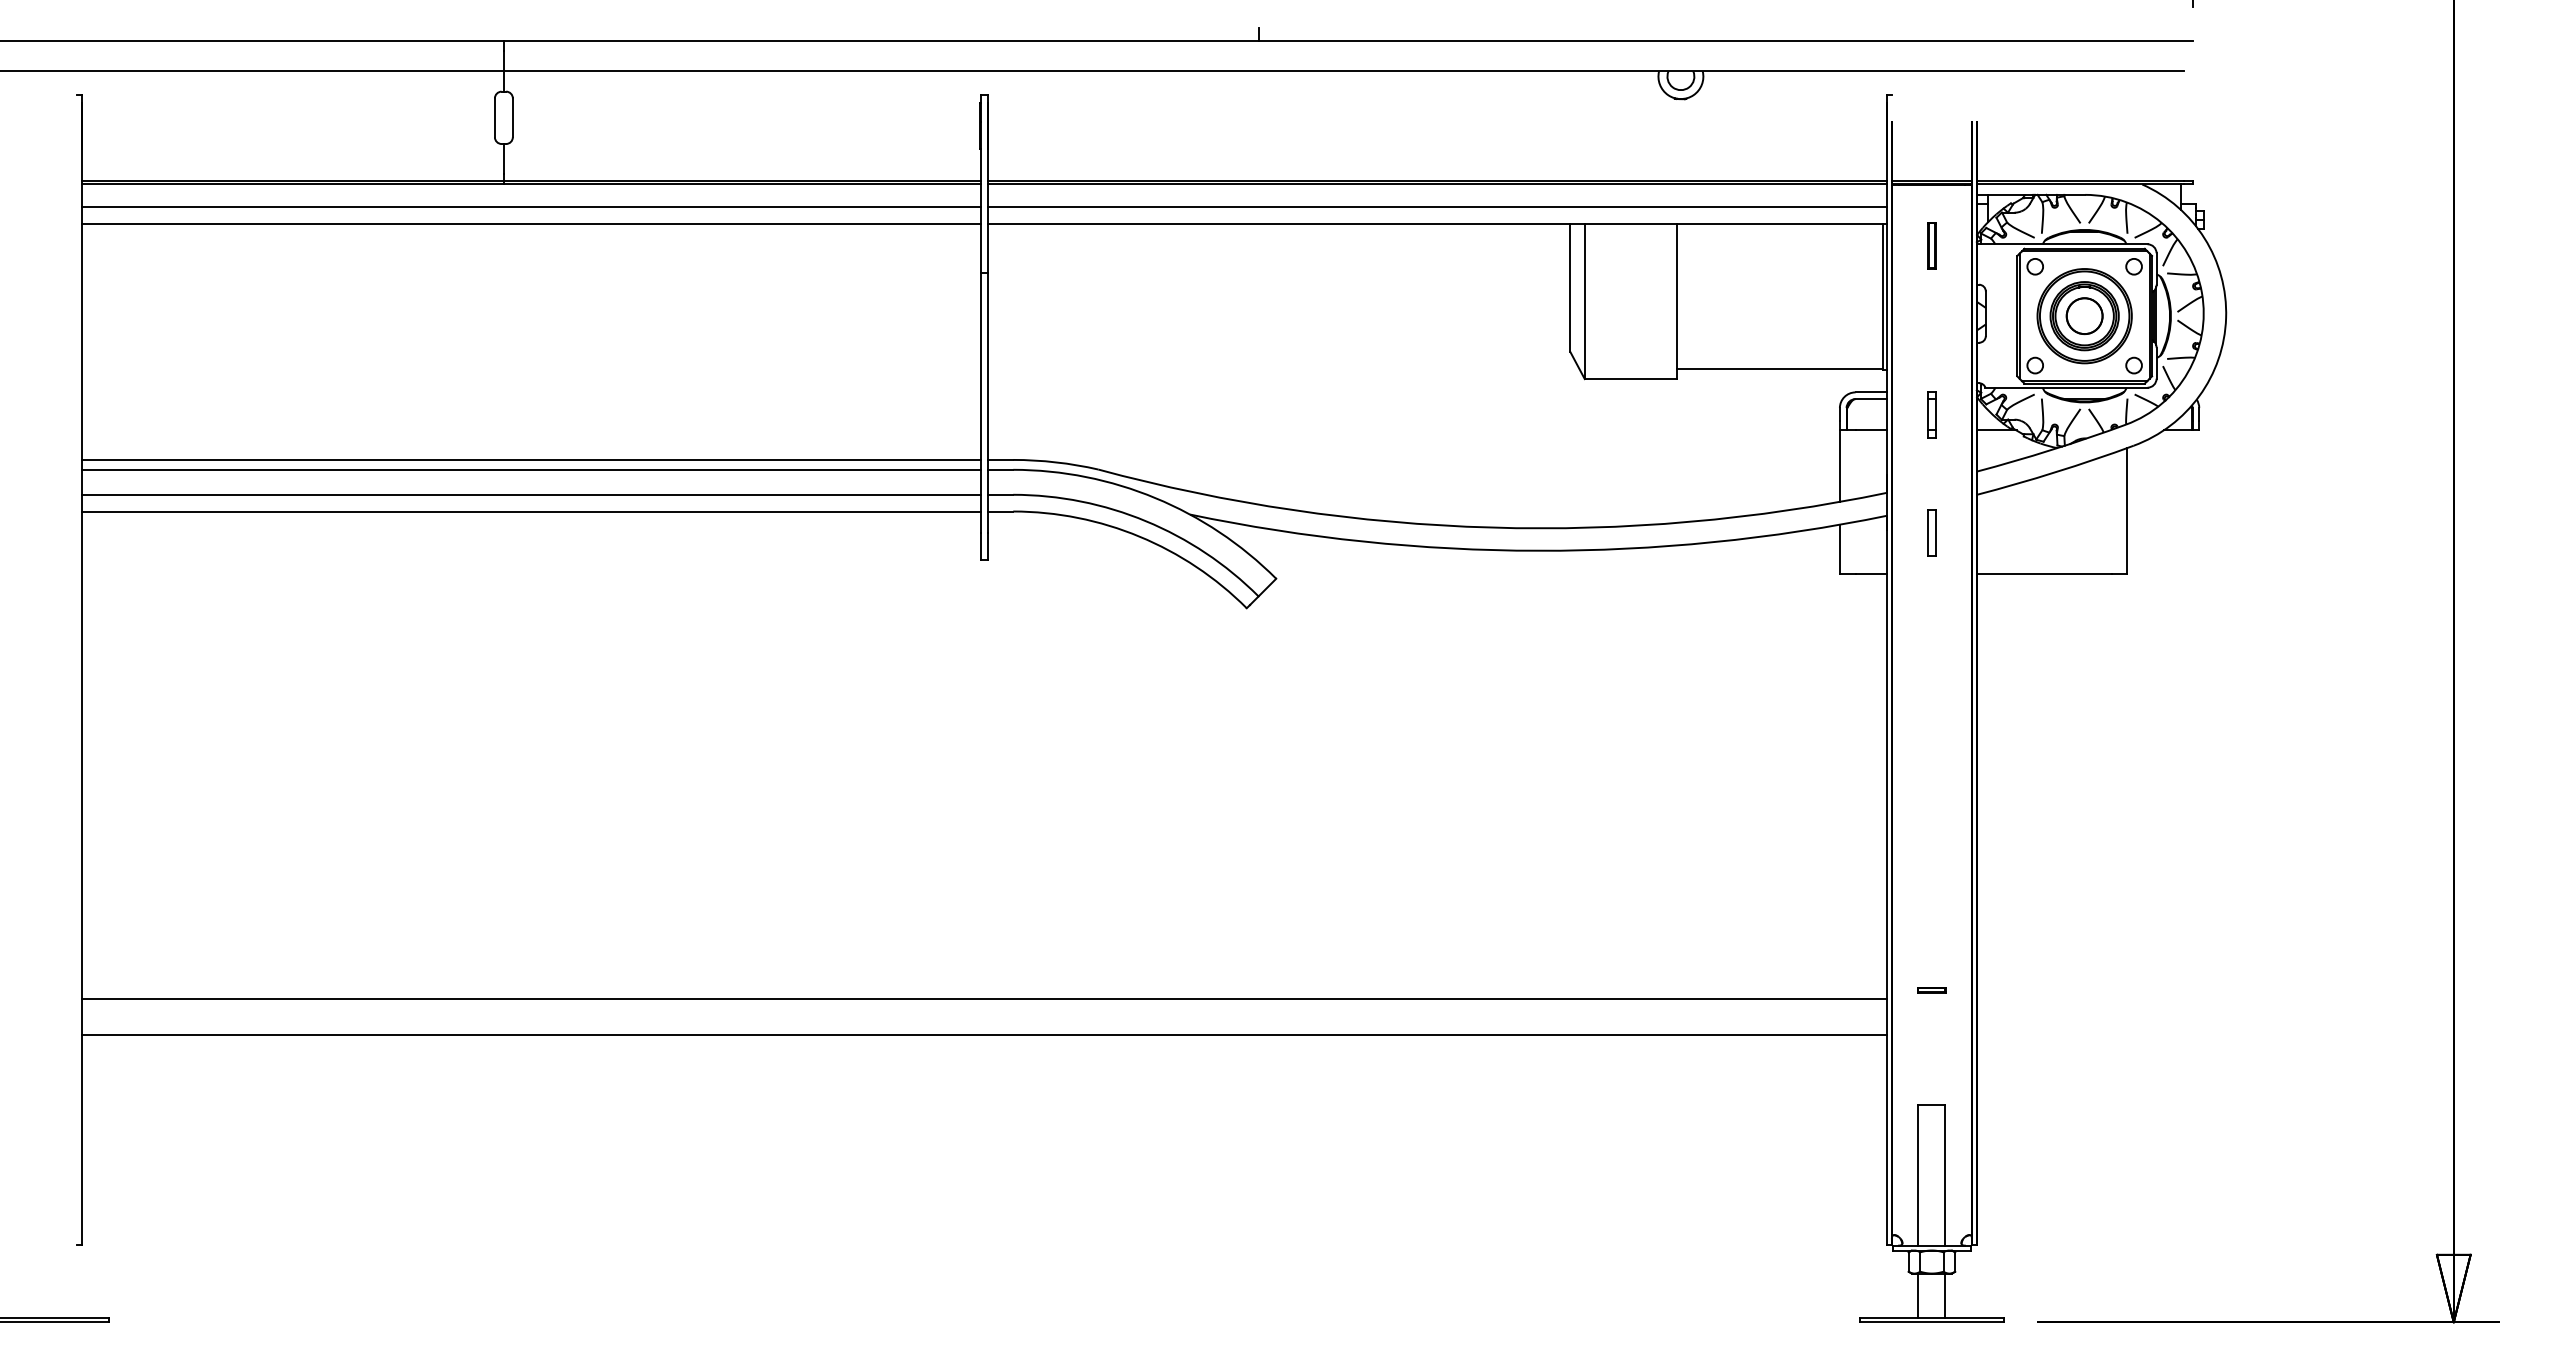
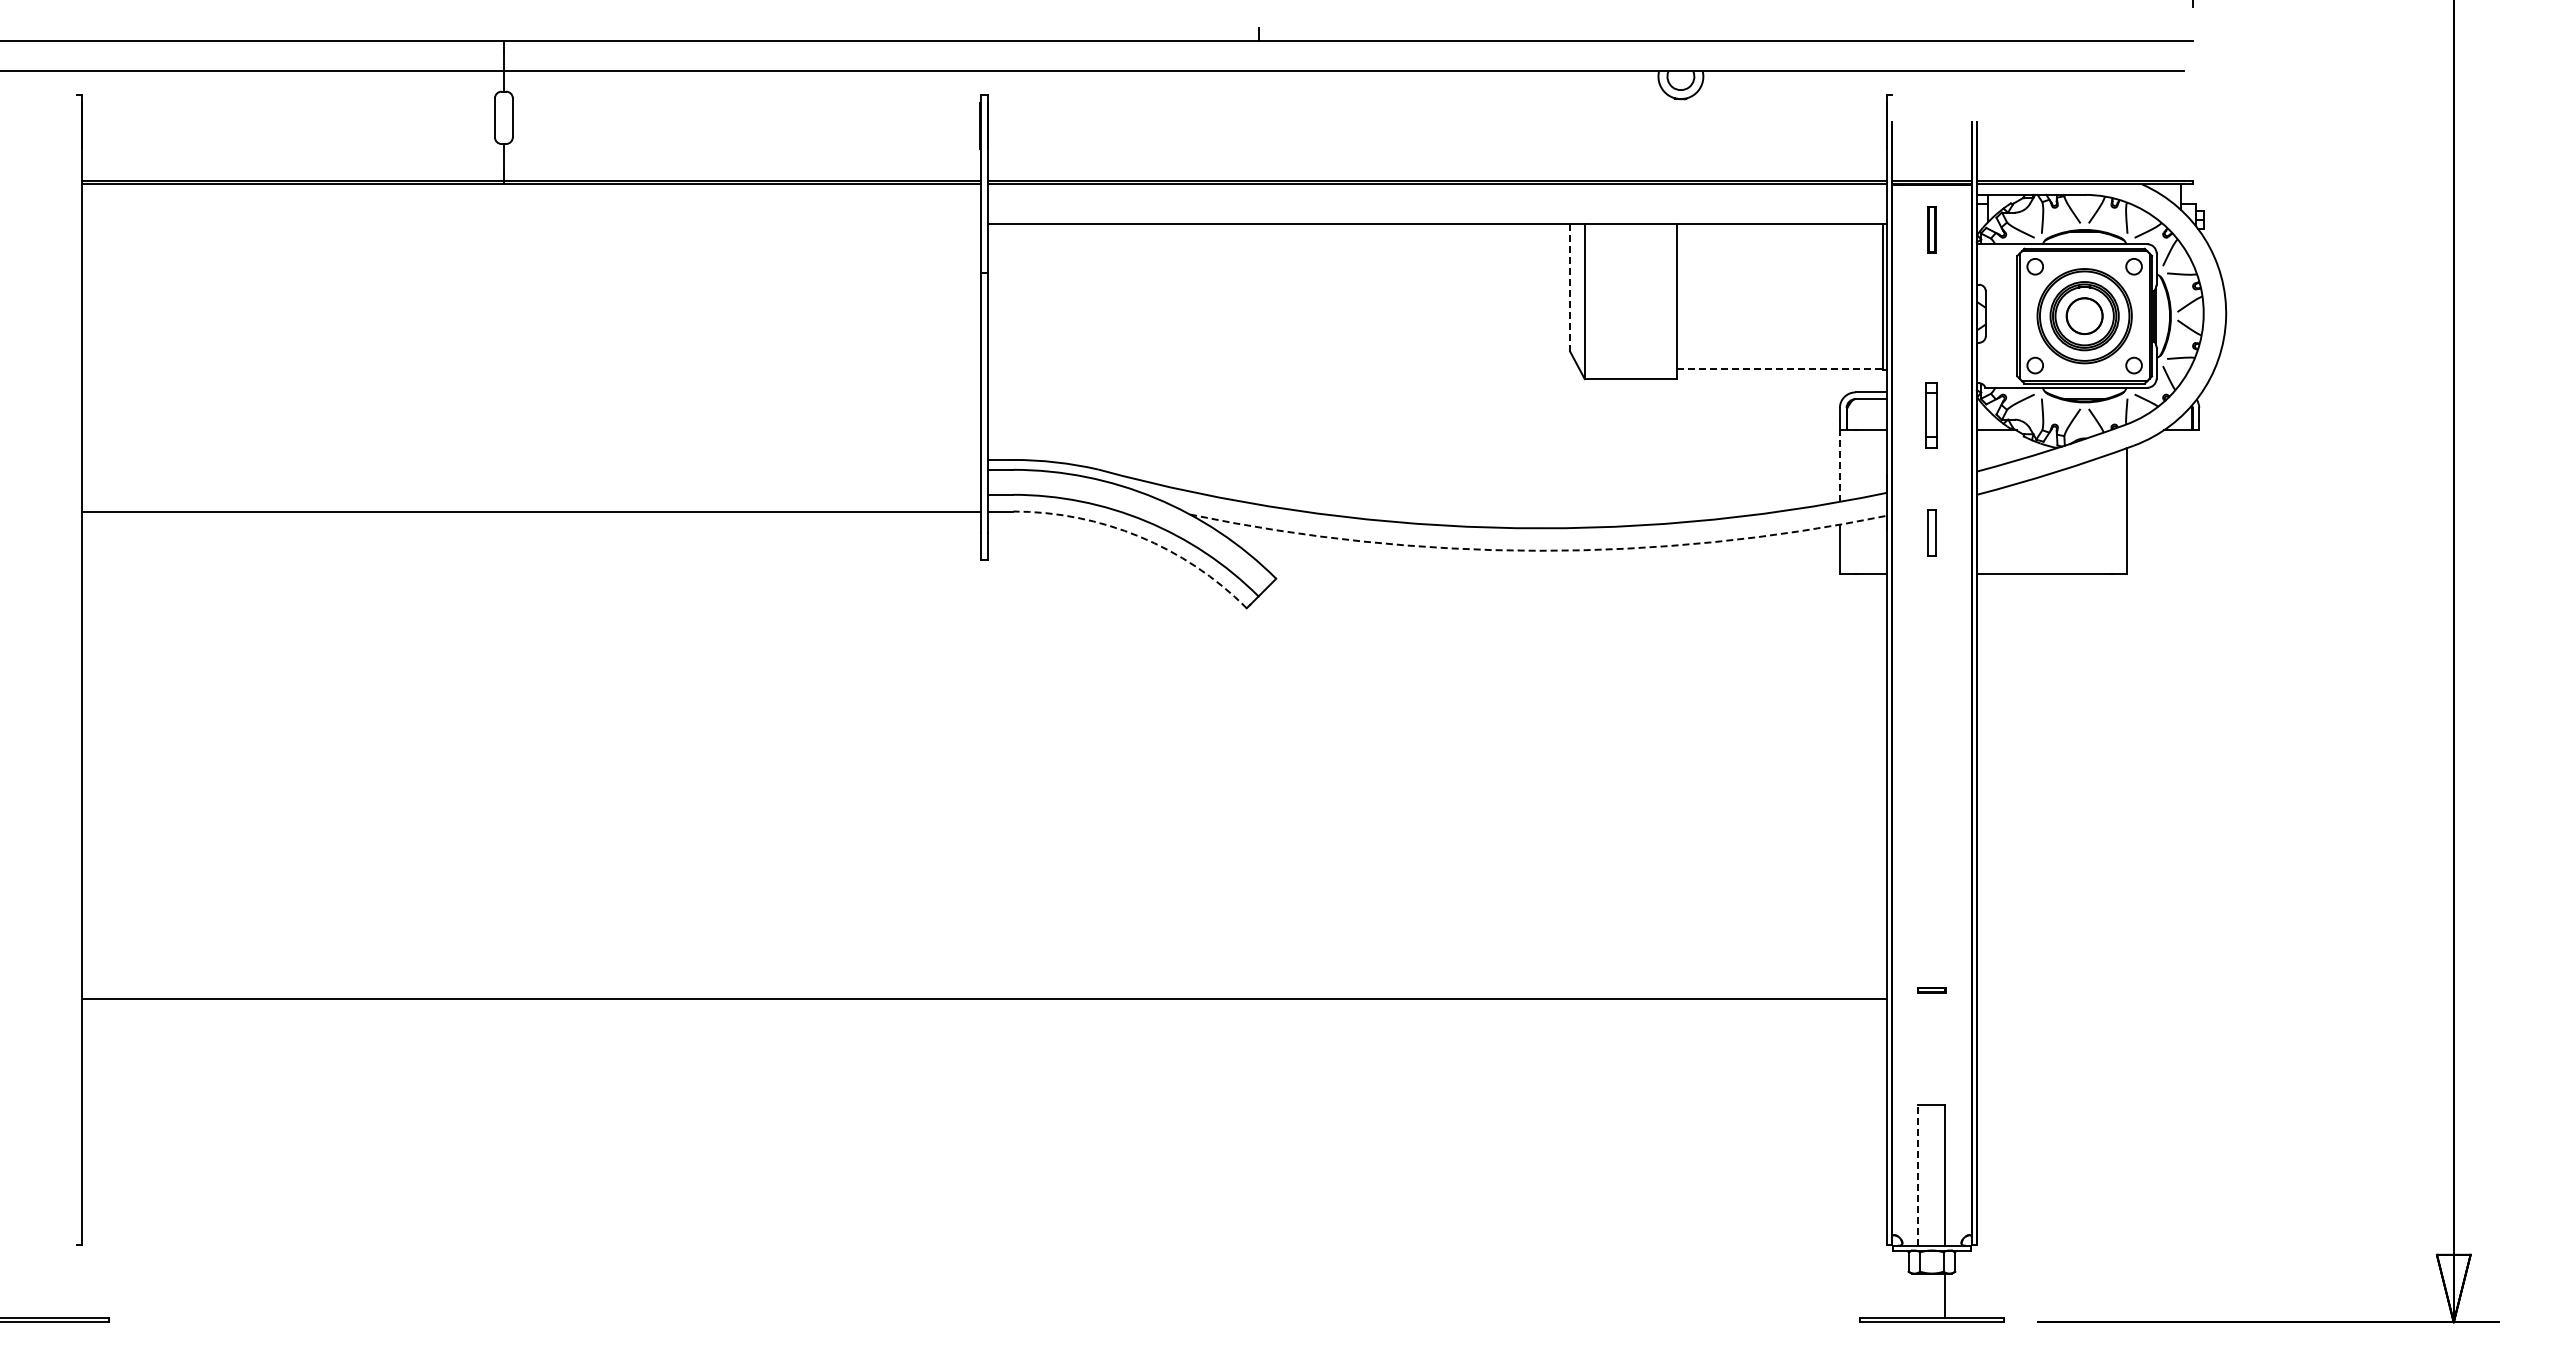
line at (530, 207): present -> none
line at (1437, 207): present -> none
line at (530, 224): present -> none
part at (1931, 245) position: (1931, 245) -> (1931, 229)
line at (1570, 287): solid -> dashed
line at (1780, 369): solid -> dashed
part at (1931, 414) size: 10x48 px -> 13x67 px
line at (530, 459): present -> none
line at (1839, 466): solid -> dashed
line at (530, 469): present -> none
line at (530, 494): present -> none
arc at (1139, 536): solid -> dashed
arc at (1538, 550): solid -> dashed
line at (984, 1034): present -> none
line at (1918, 1174): solid -> dashed
line at (1918, 1295): present -> none
